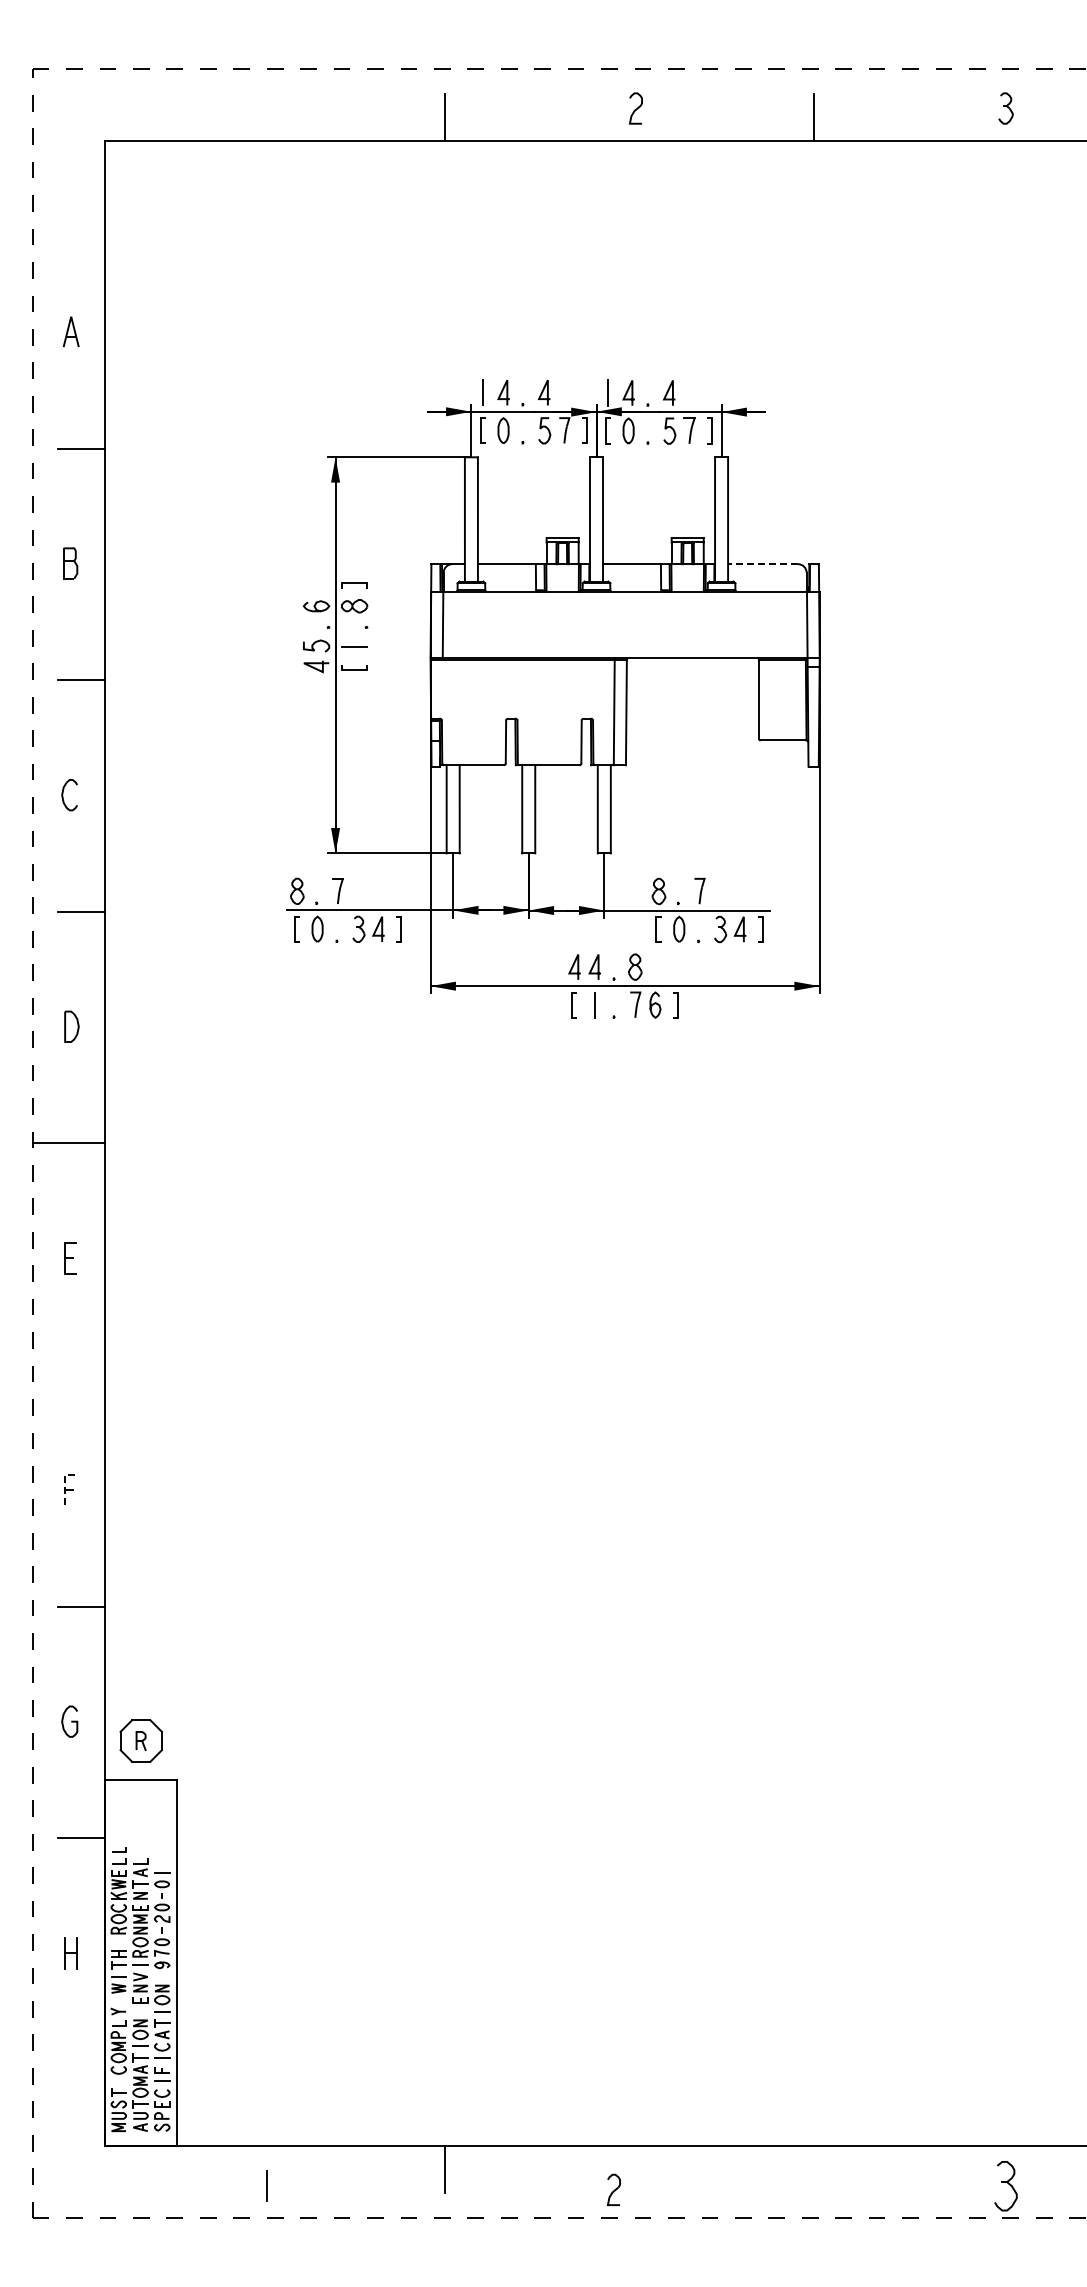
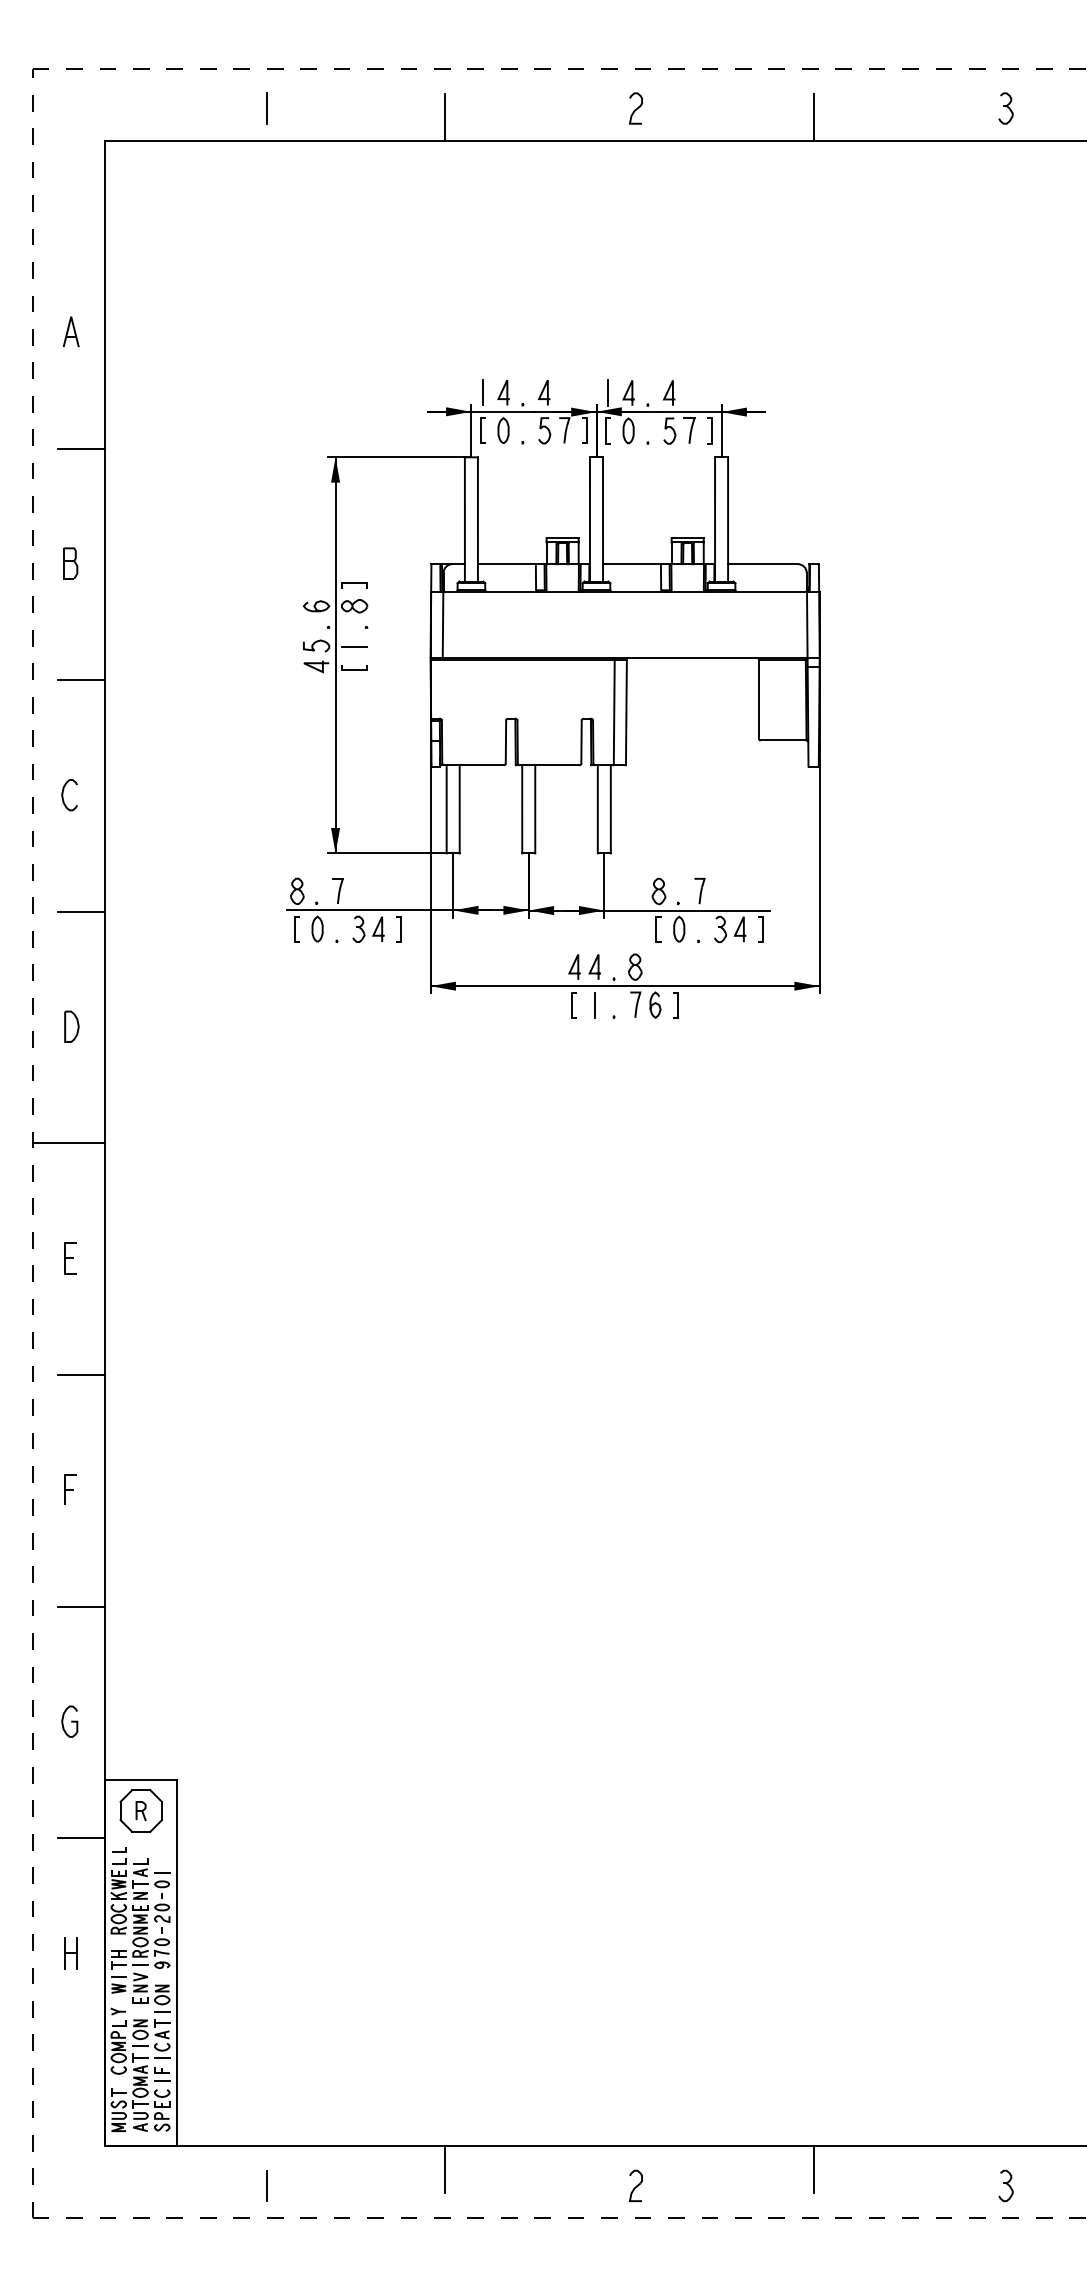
line at (266, 108): none -> present
line at (763, 564): dashed -> solid
line at (81, 1375): none -> present
line at (65, 1482): dashed -> solid
part at (140, 1740) position: (140, 1740) -> (140, 1810)
line at (814, 2169): none -> present
part at (1005, 2186) size: 24x51 px -> 16x33 px
part at (613, 2189) position: (613, 2189) -> (635, 2185)
